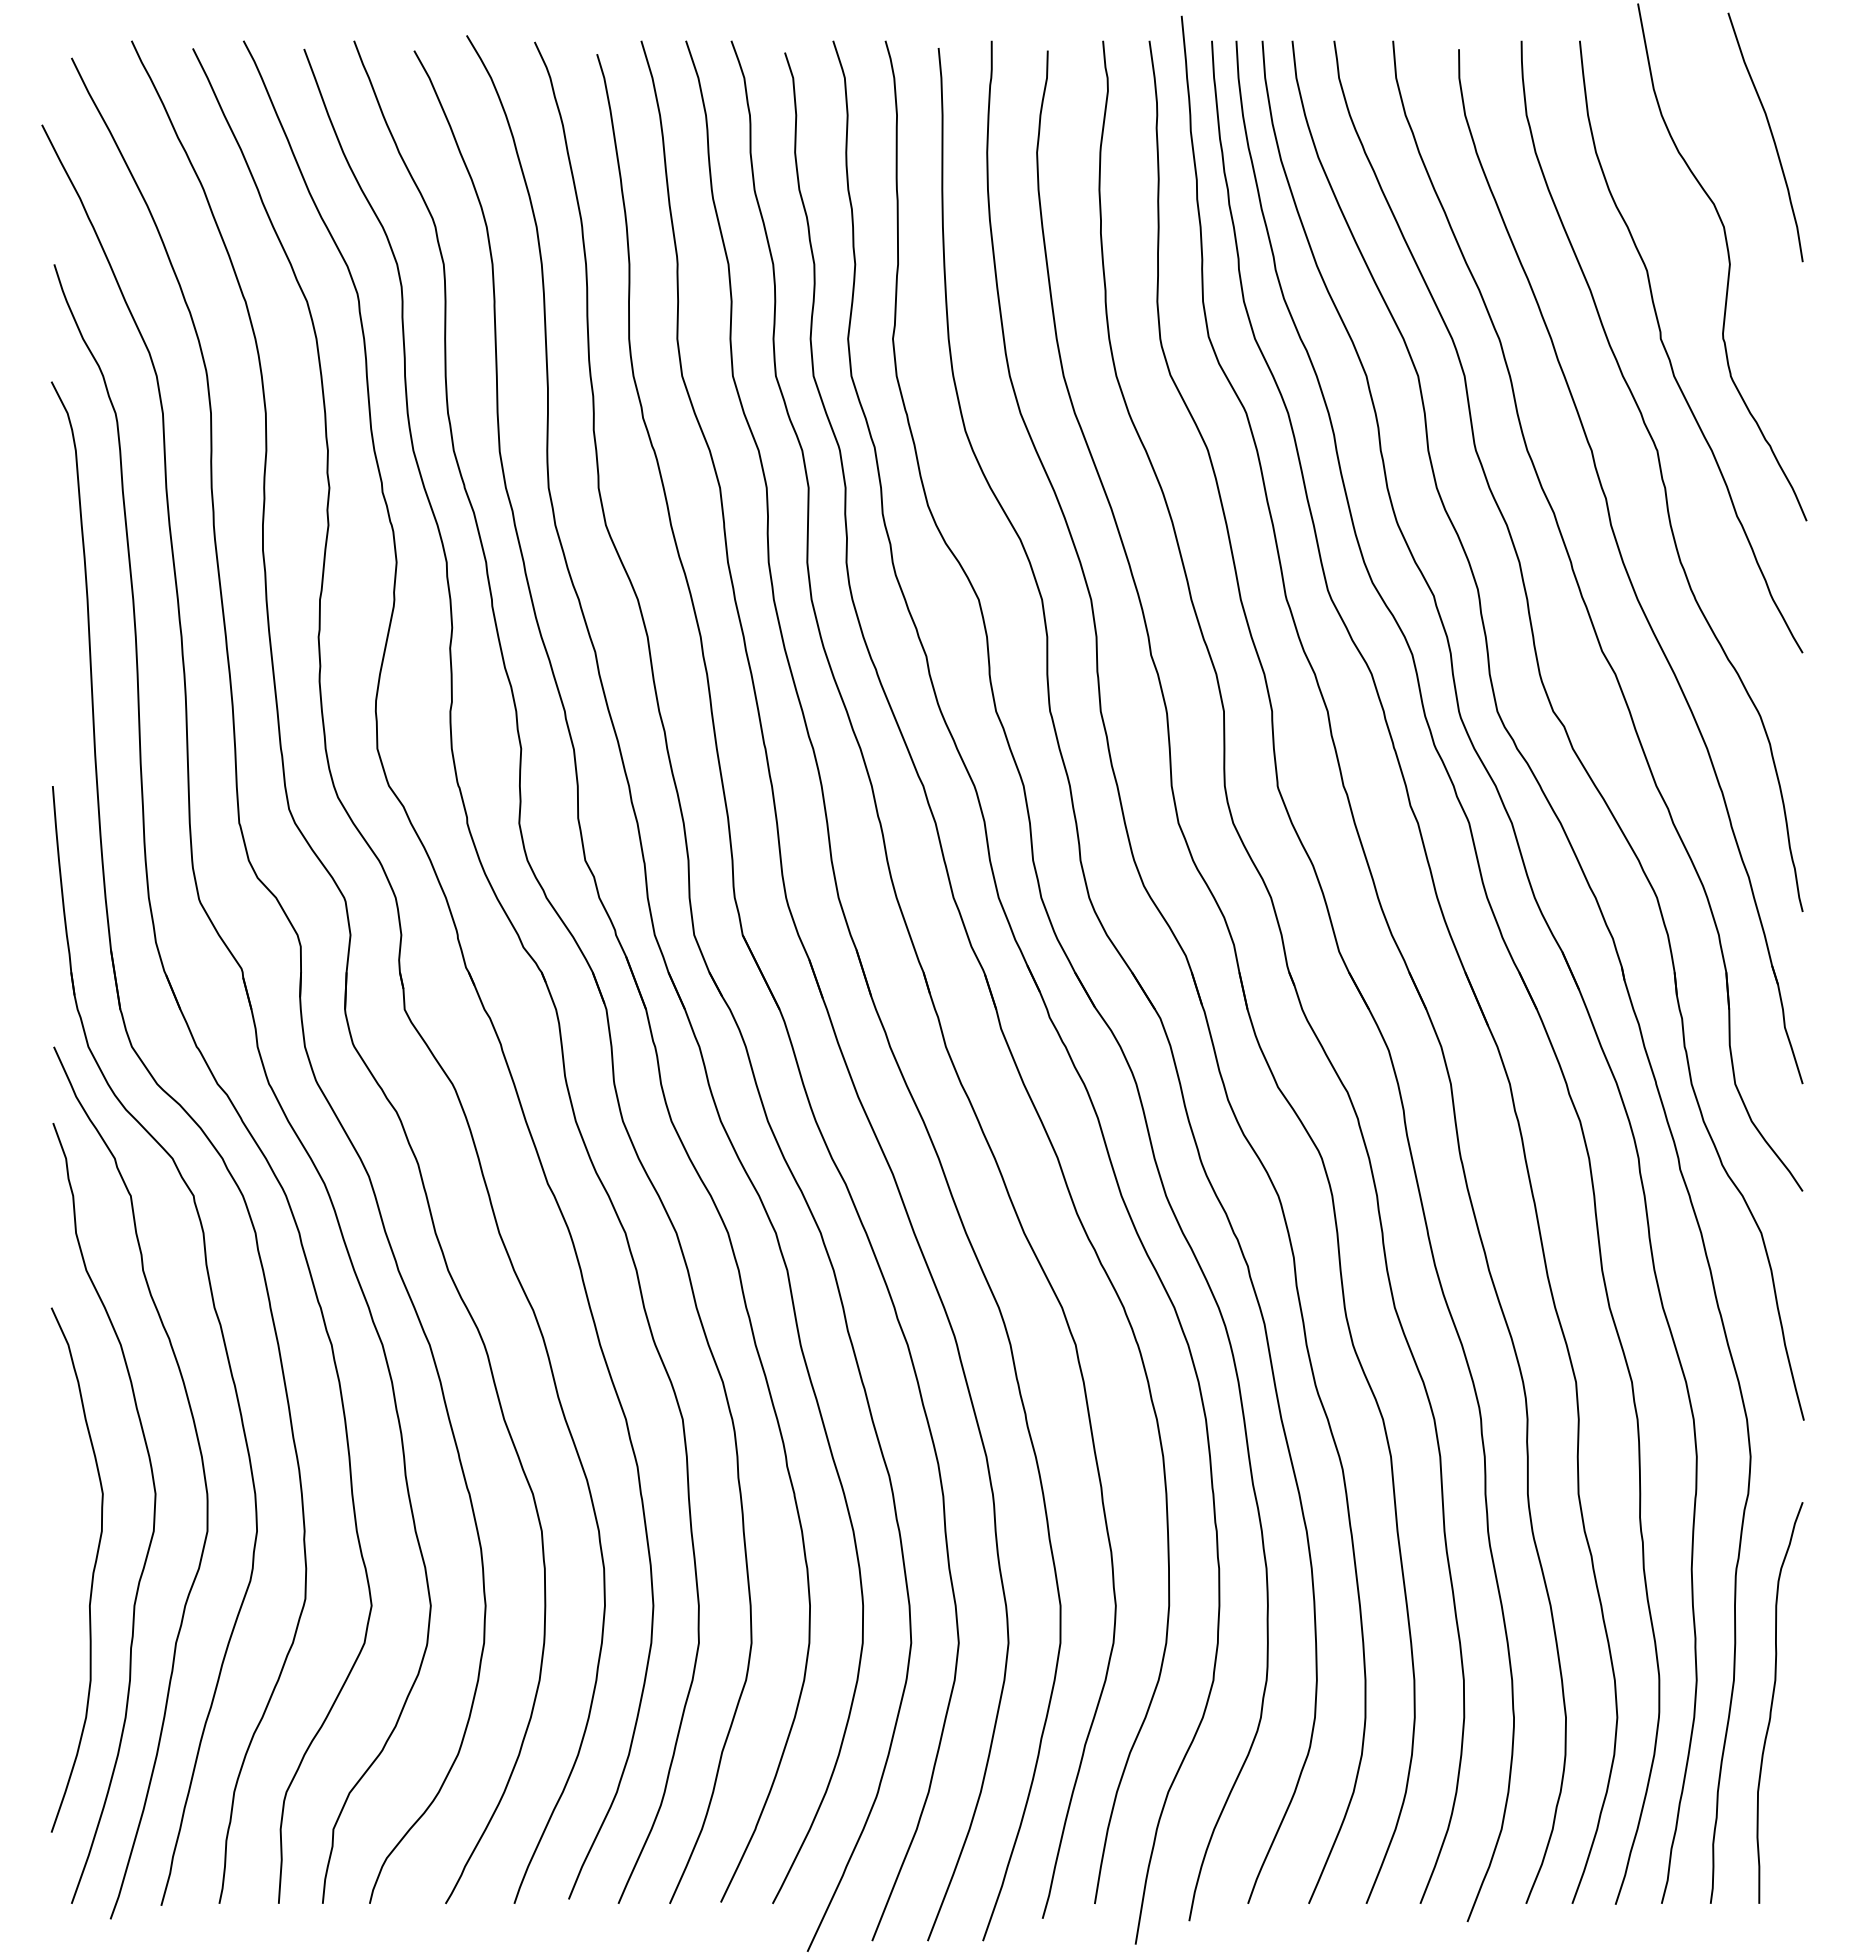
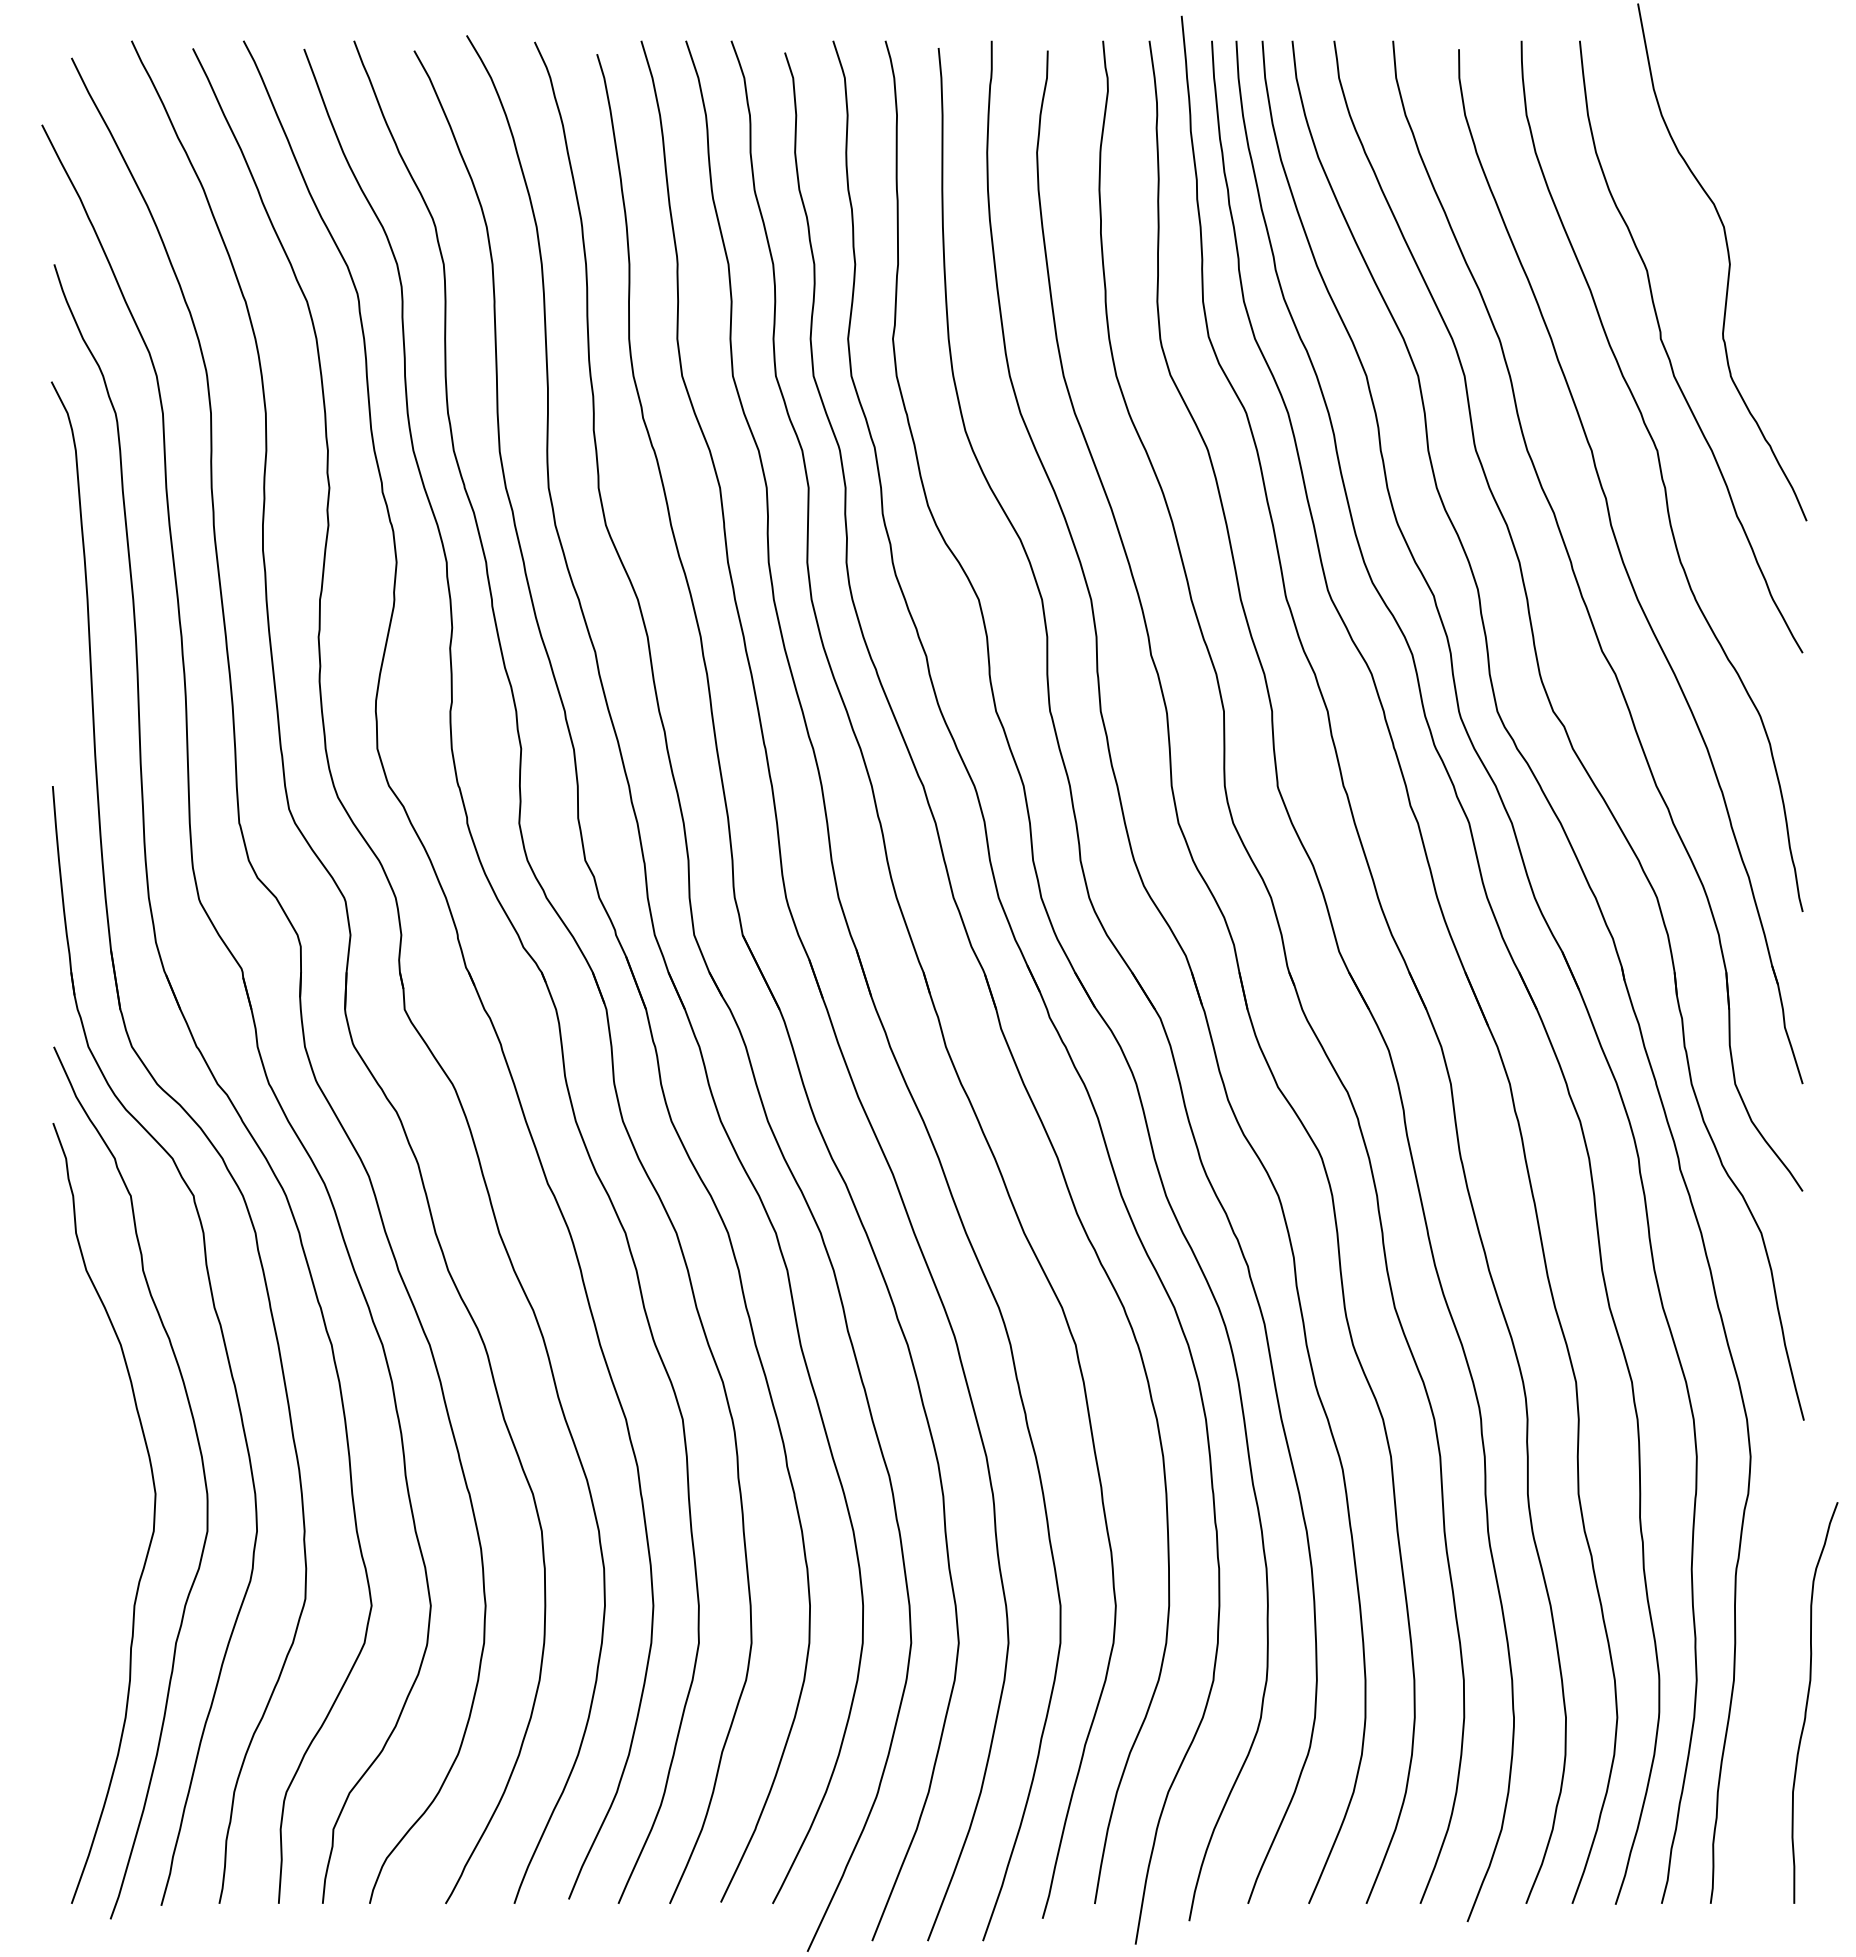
curve at (1771, 136): present -> none
curve at (92, 1571): present -> none
curve at (1773, 1701) position: (1773, 1701) -> (1808, 1701)
